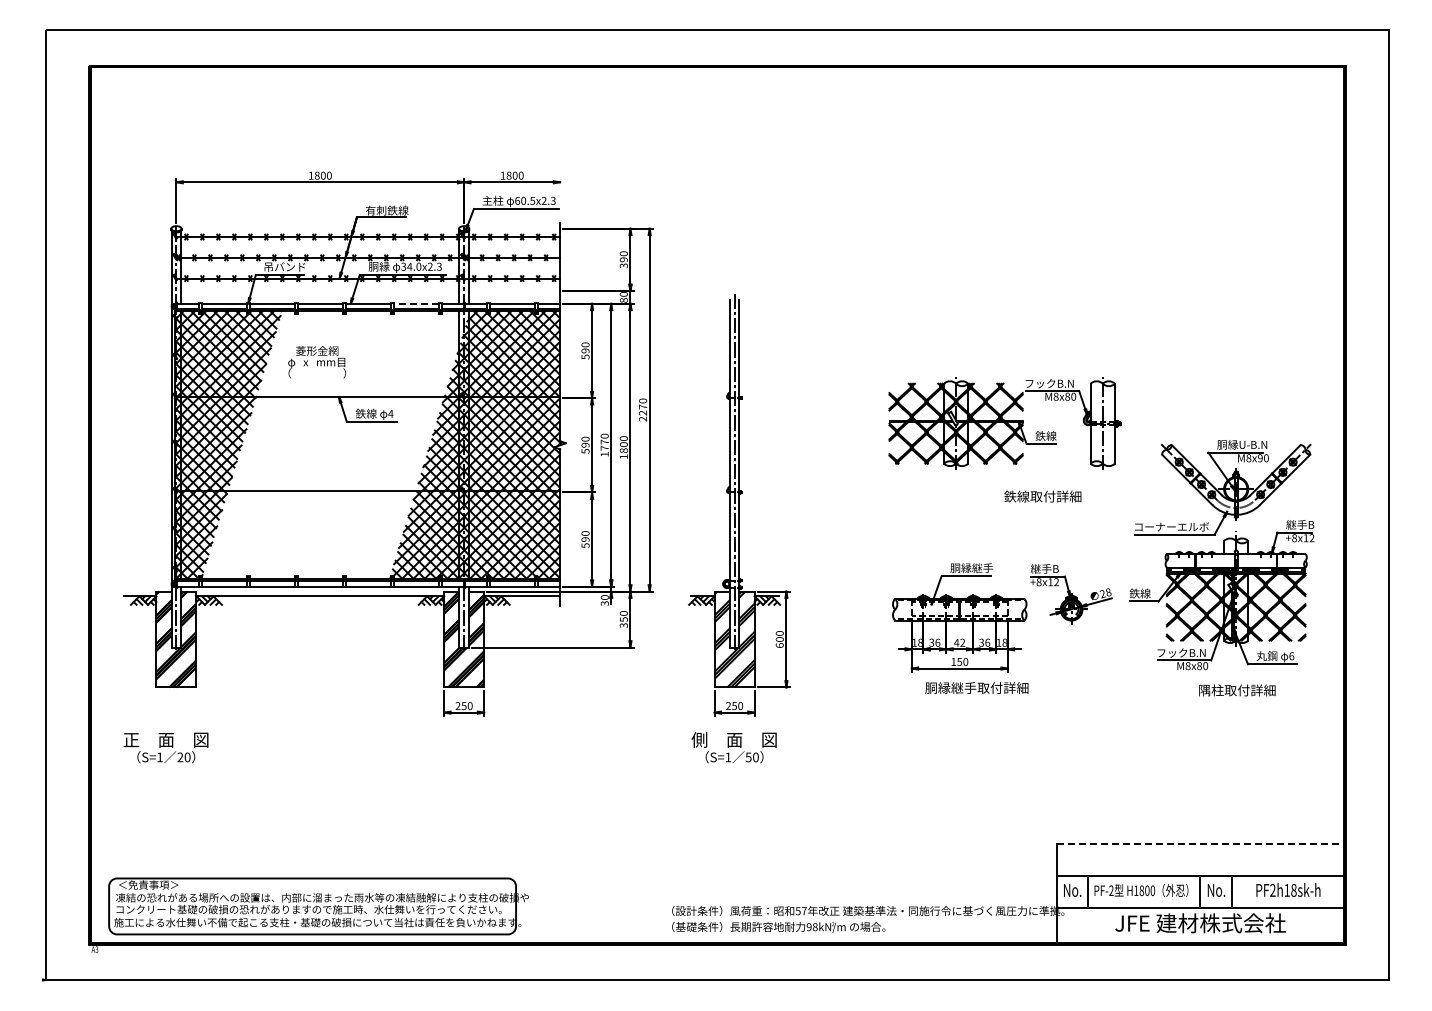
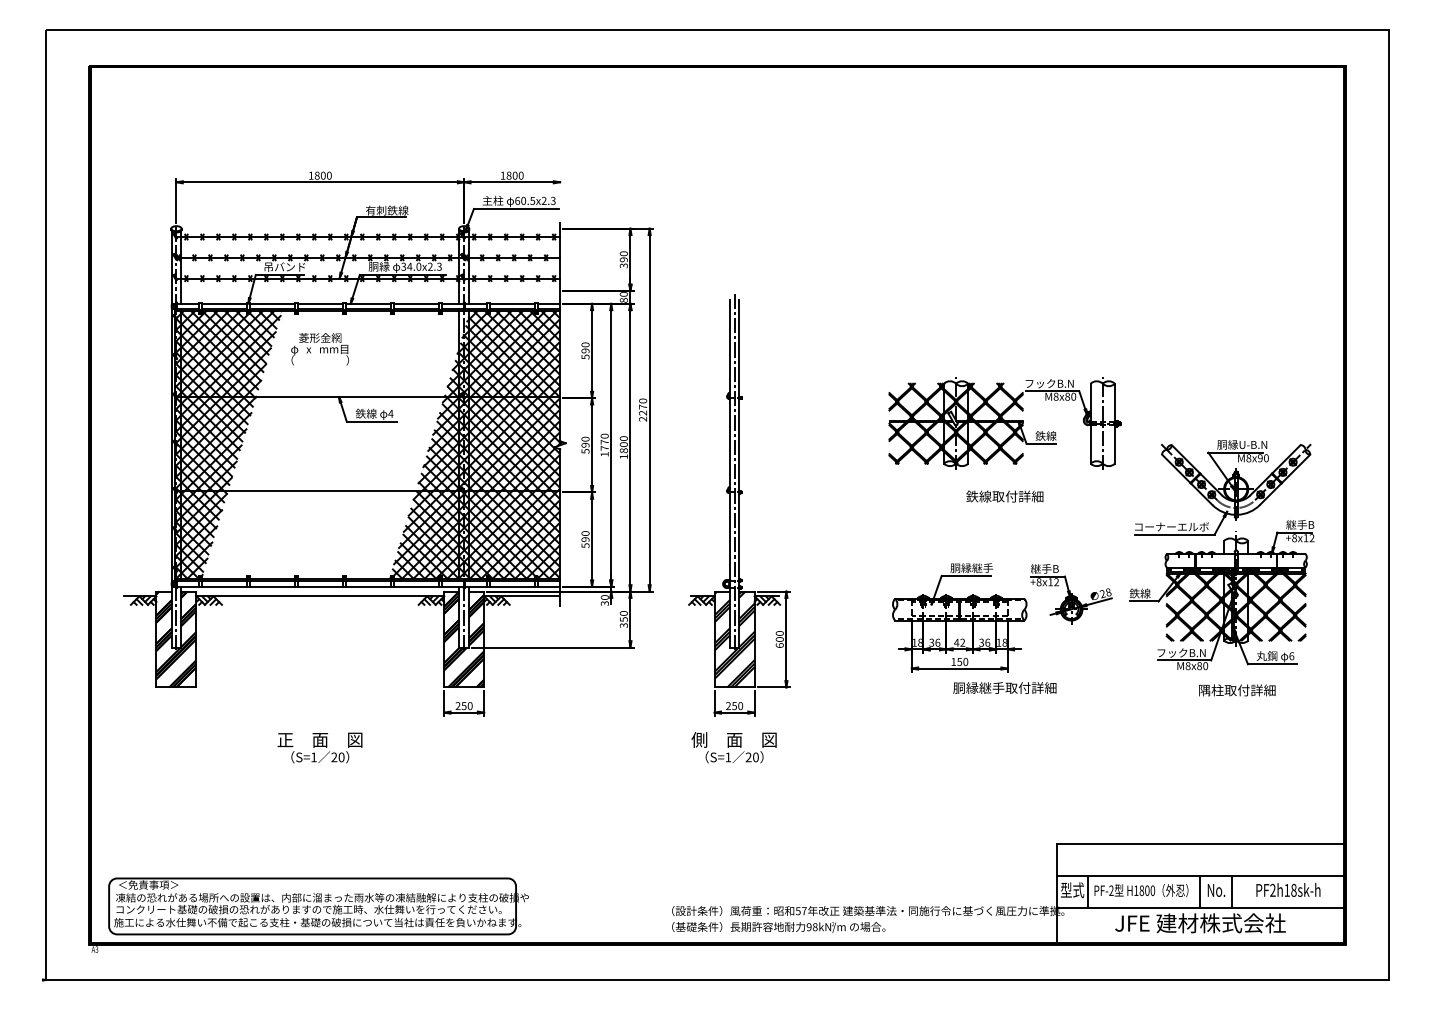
line at (415, 303): dashed -> solid
text at (316, 362) position: (316, 362) -> (319, 349)
text at (1042, 496) position: (1042, 496) -> (1004, 496)
text at (976, 687) position: (976, 687) -> (1004, 687)
text at (165, 747) position: (165, 747) -> (319, 747)
text at (748, 757): 50 -> 20
line at (1200, 844): dashed -> solid
text at (1072, 890): No. -> 型式
